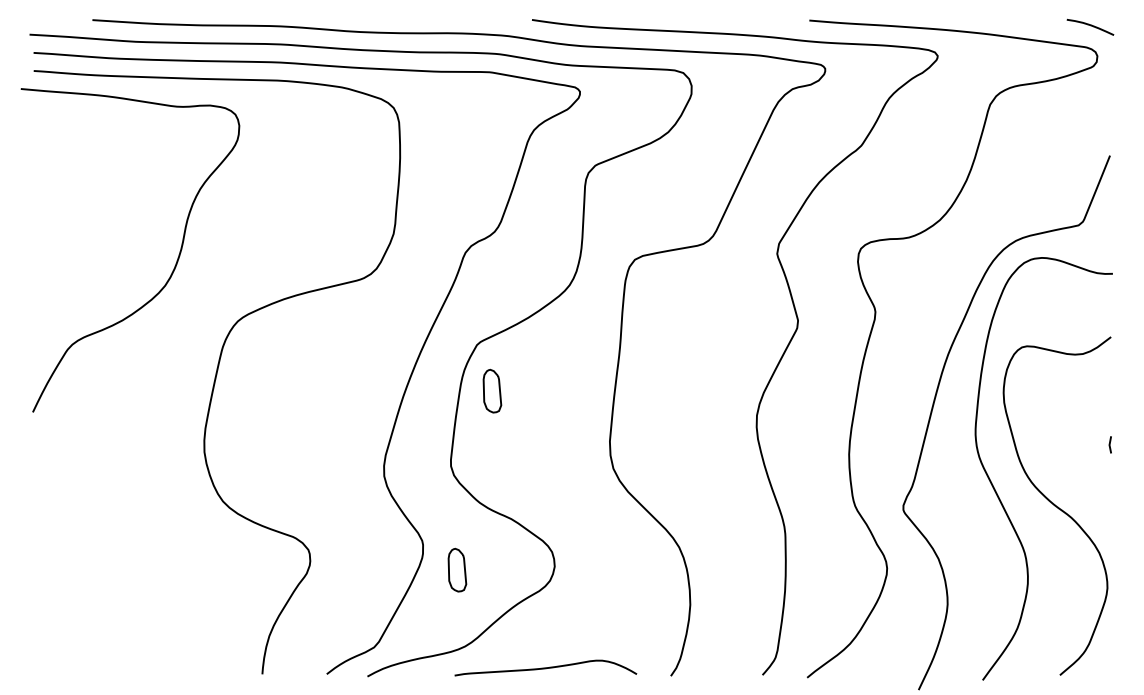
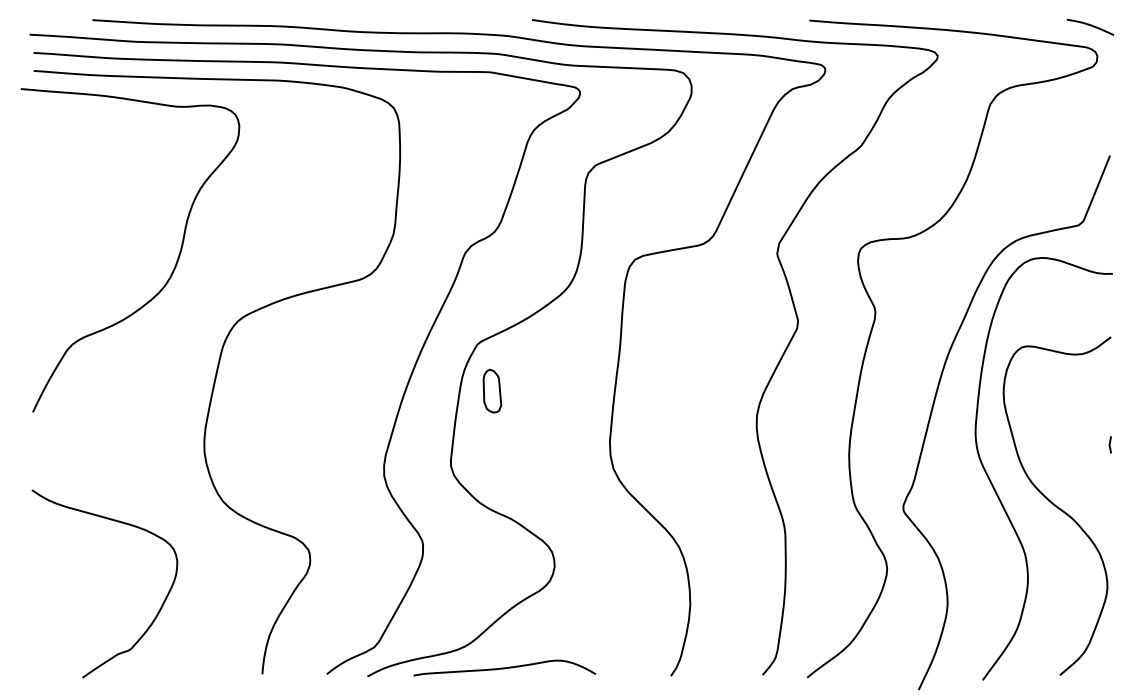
part at (457, 569): present -> none
curve at (158, 610): none -> present
curve at (545, 667) position: (545, 667) -> (504, 667)
